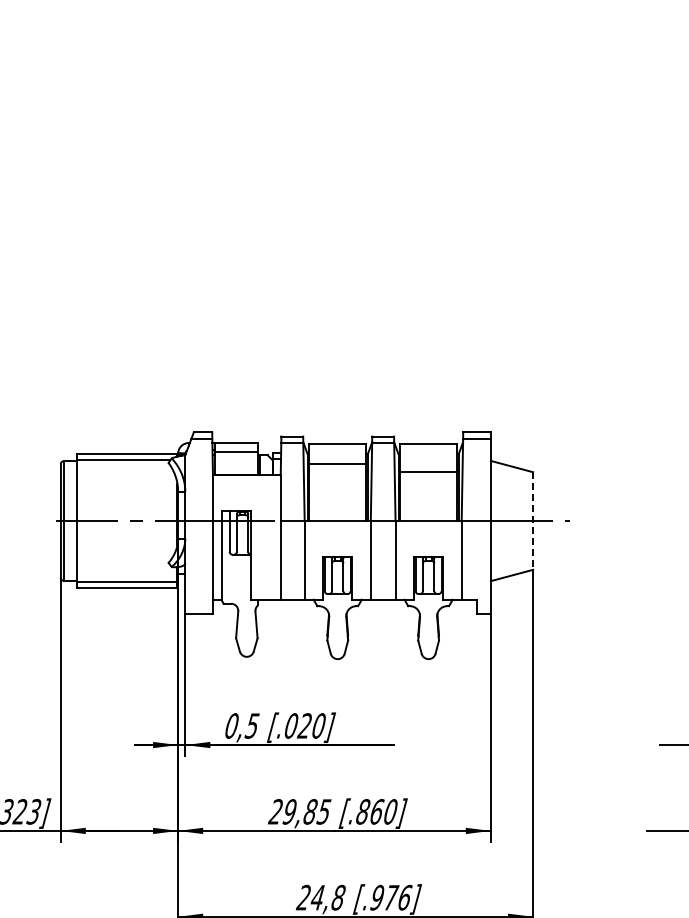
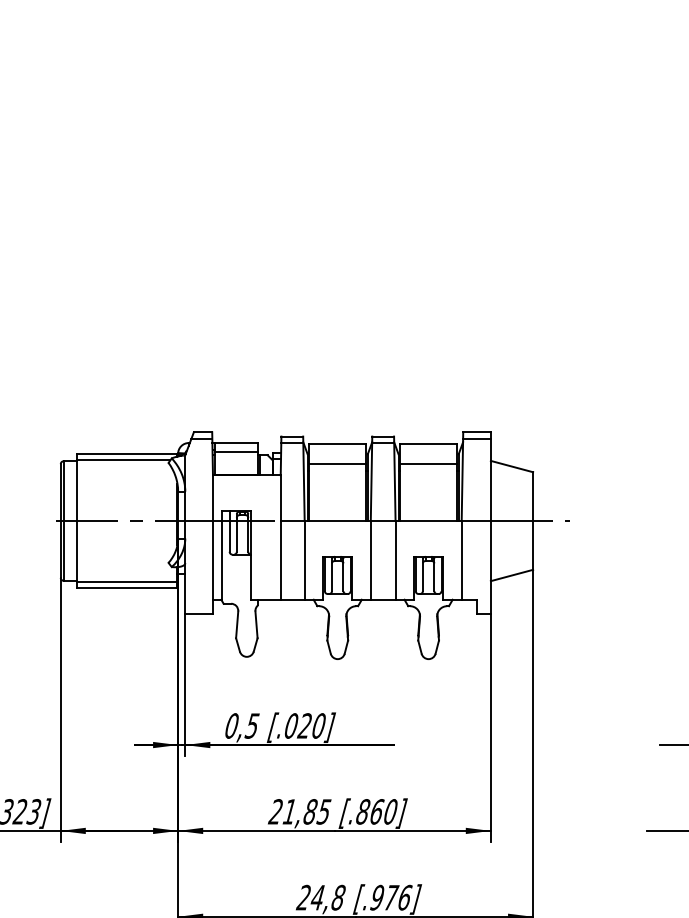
line at (428, 471) position: (428, 471) -> (428, 463)
line at (533, 521): dashed -> solid
text at (289, 811): 29,85 -> 21,85
